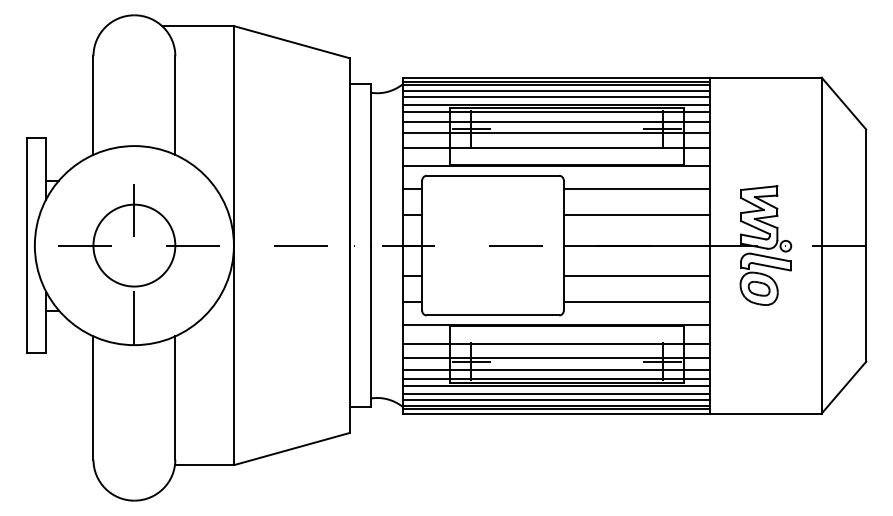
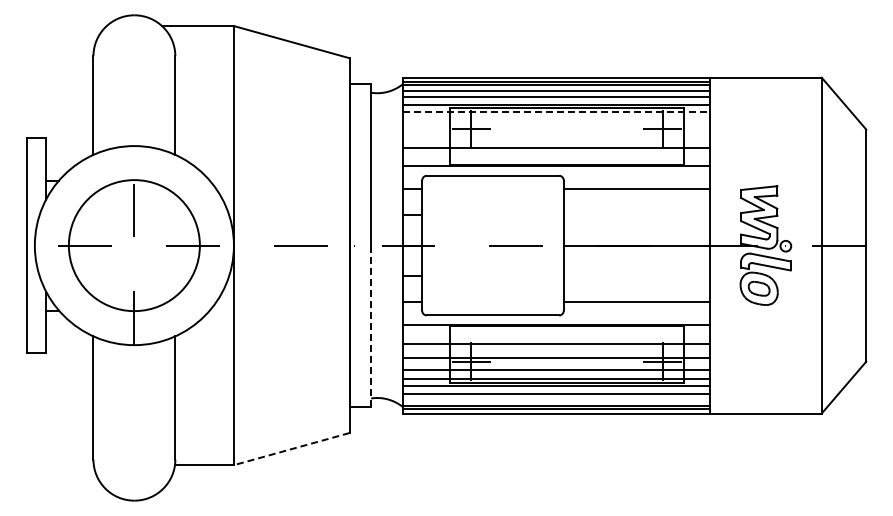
line at (556, 112): solid -> dashed
line at (555, 121): present -> none
line at (555, 133): present -> none
line at (636, 215): present -> none
circle at (134, 245) diameter: 82 px -> 131 px
line at (636, 276): present -> none
line at (371, 326): solid -> dashed
line at (555, 400): present -> none
line at (291, 449): solid -> dashed
